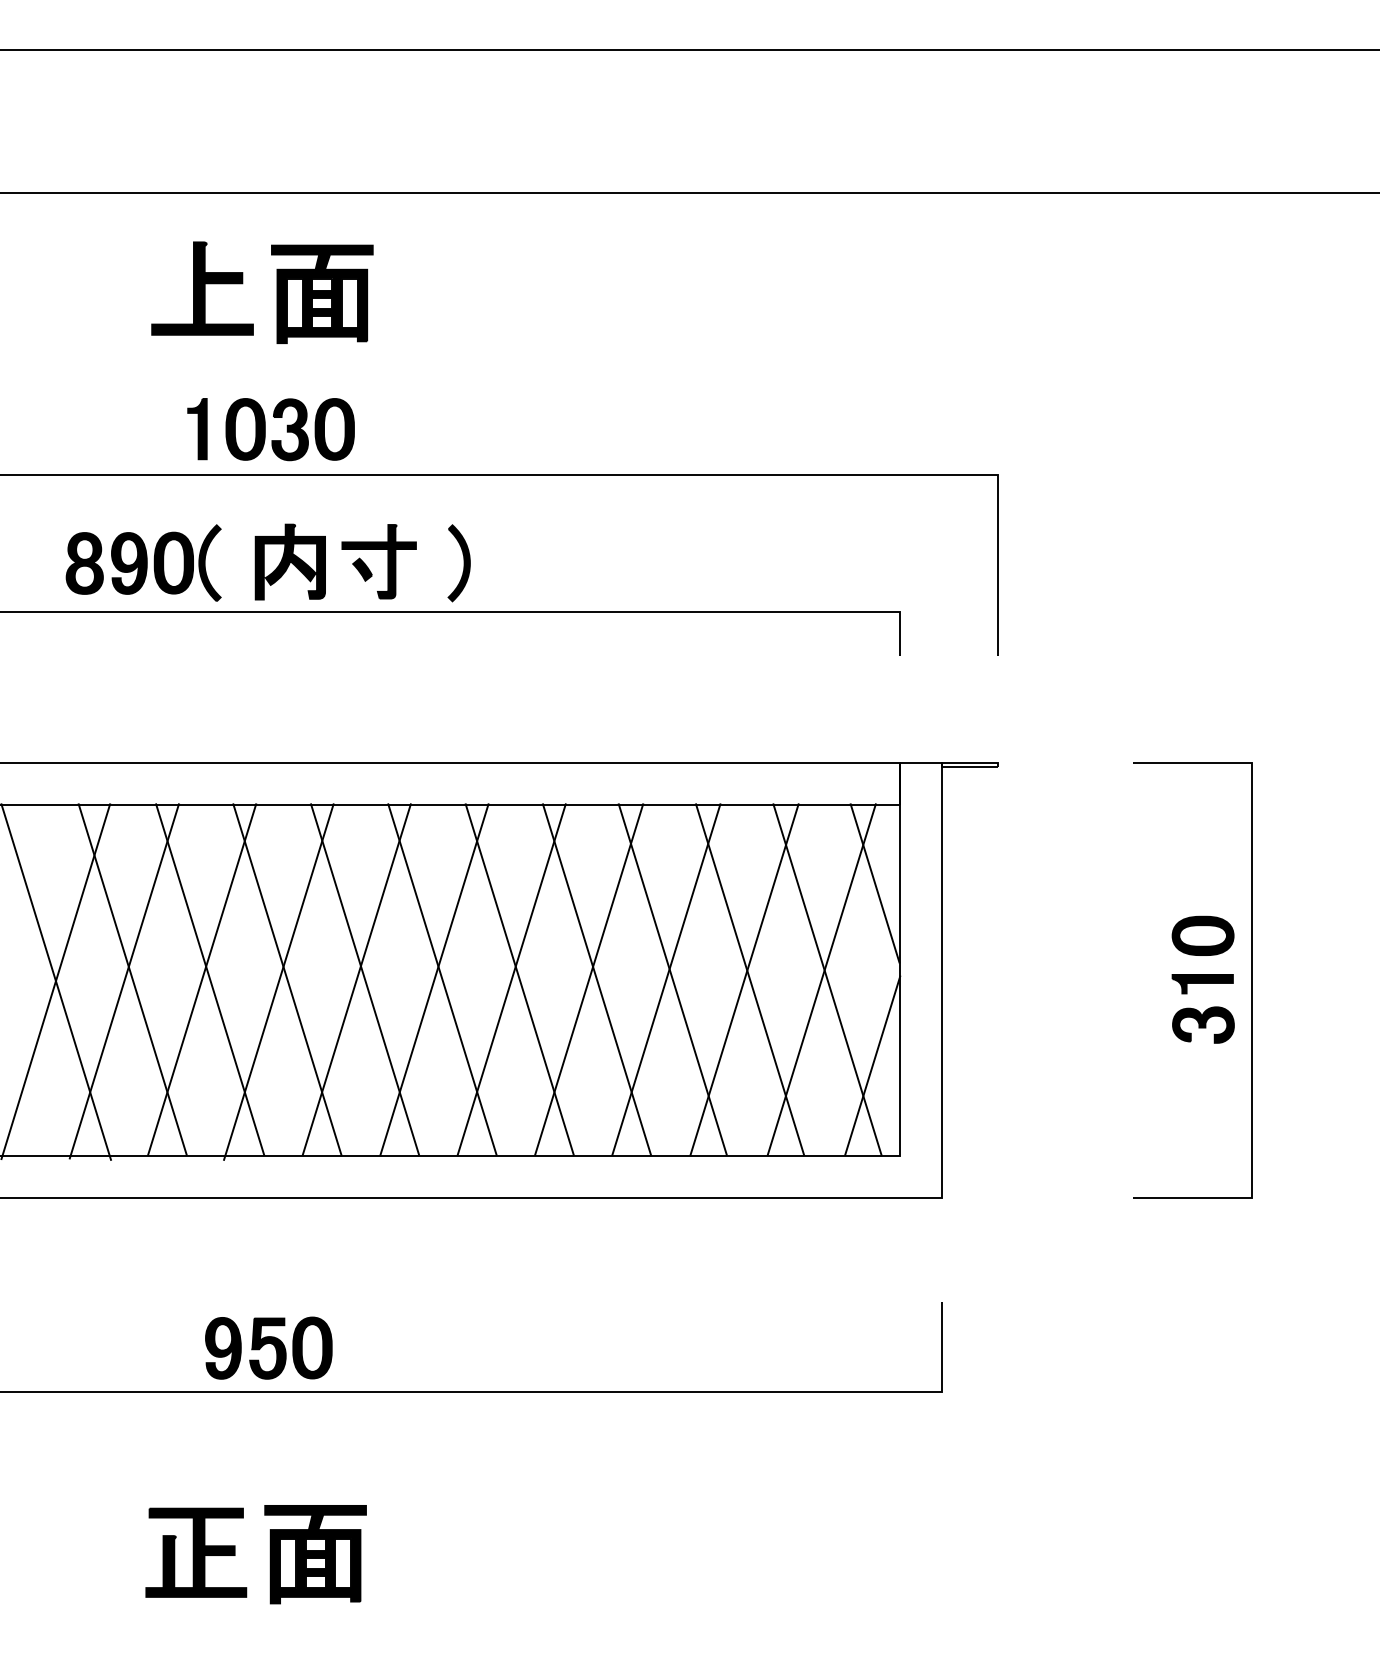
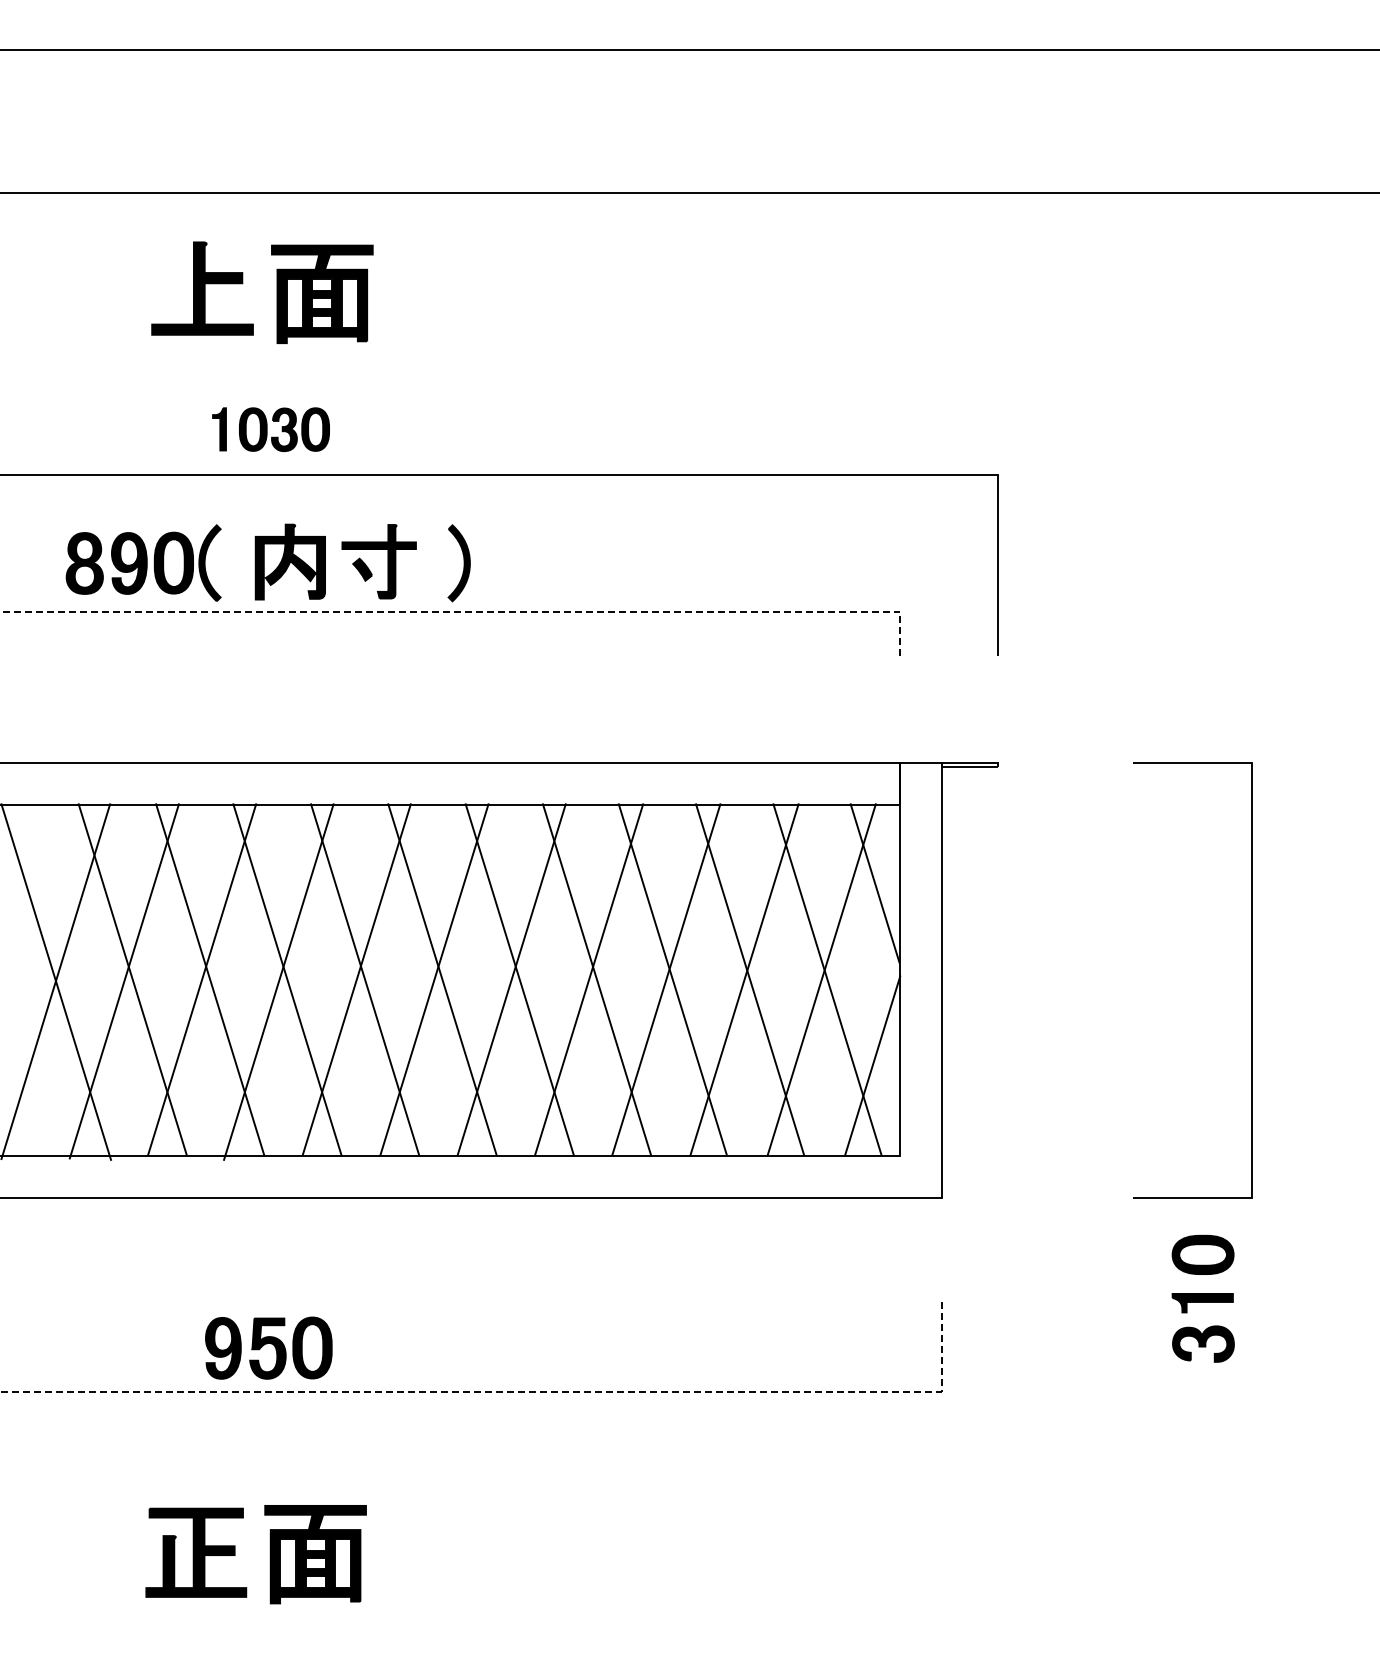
part at (270, 429) size: 168x64 px -> 118x46 px
line at (473, 611): solid -> dashed
part at (1202, 979) position: (1202, 979) -> (1202, 1298)
line at (515, 1391): solid -> dashed
